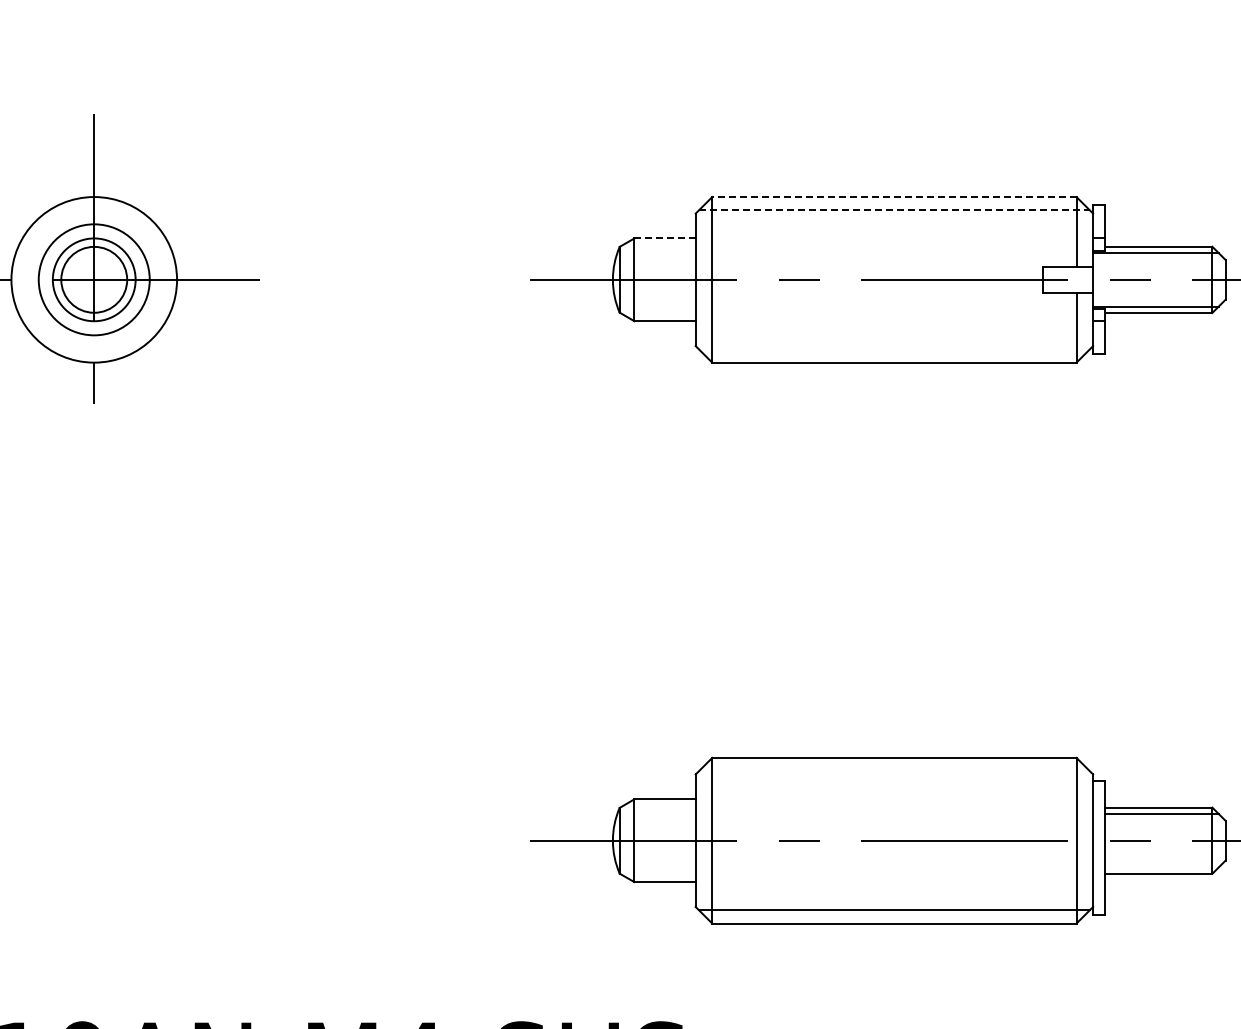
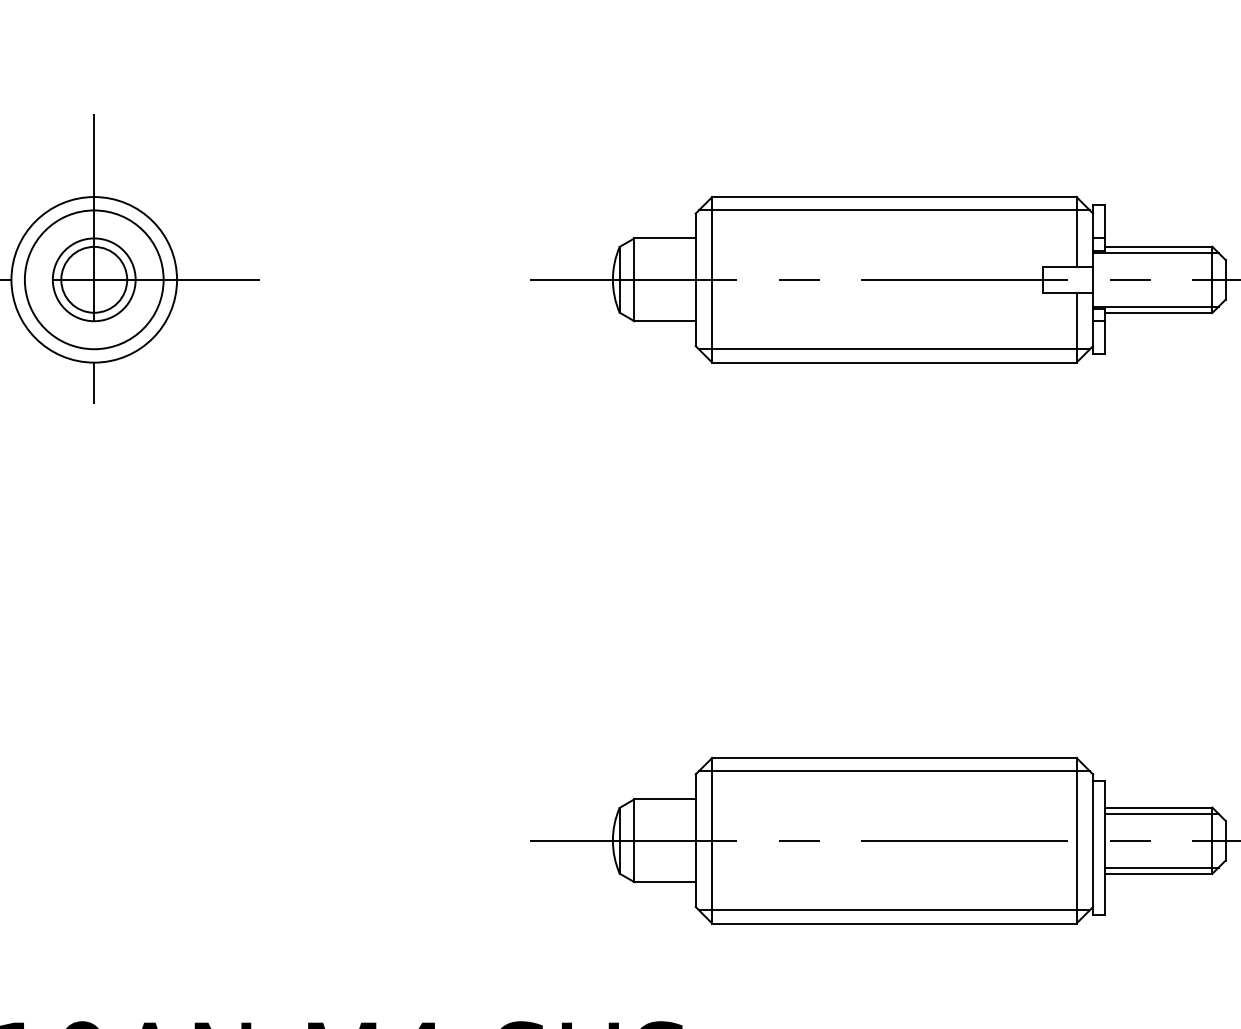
line at (893, 197): dashed -> solid
line at (894, 210): dashed -> solid
line at (665, 238): dashed -> solid
circle at (93, 279) diameter: 111 px -> 139 px
line at (893, 349): none -> present
line at (893, 771): none -> present
line at (1161, 867): none -> present
